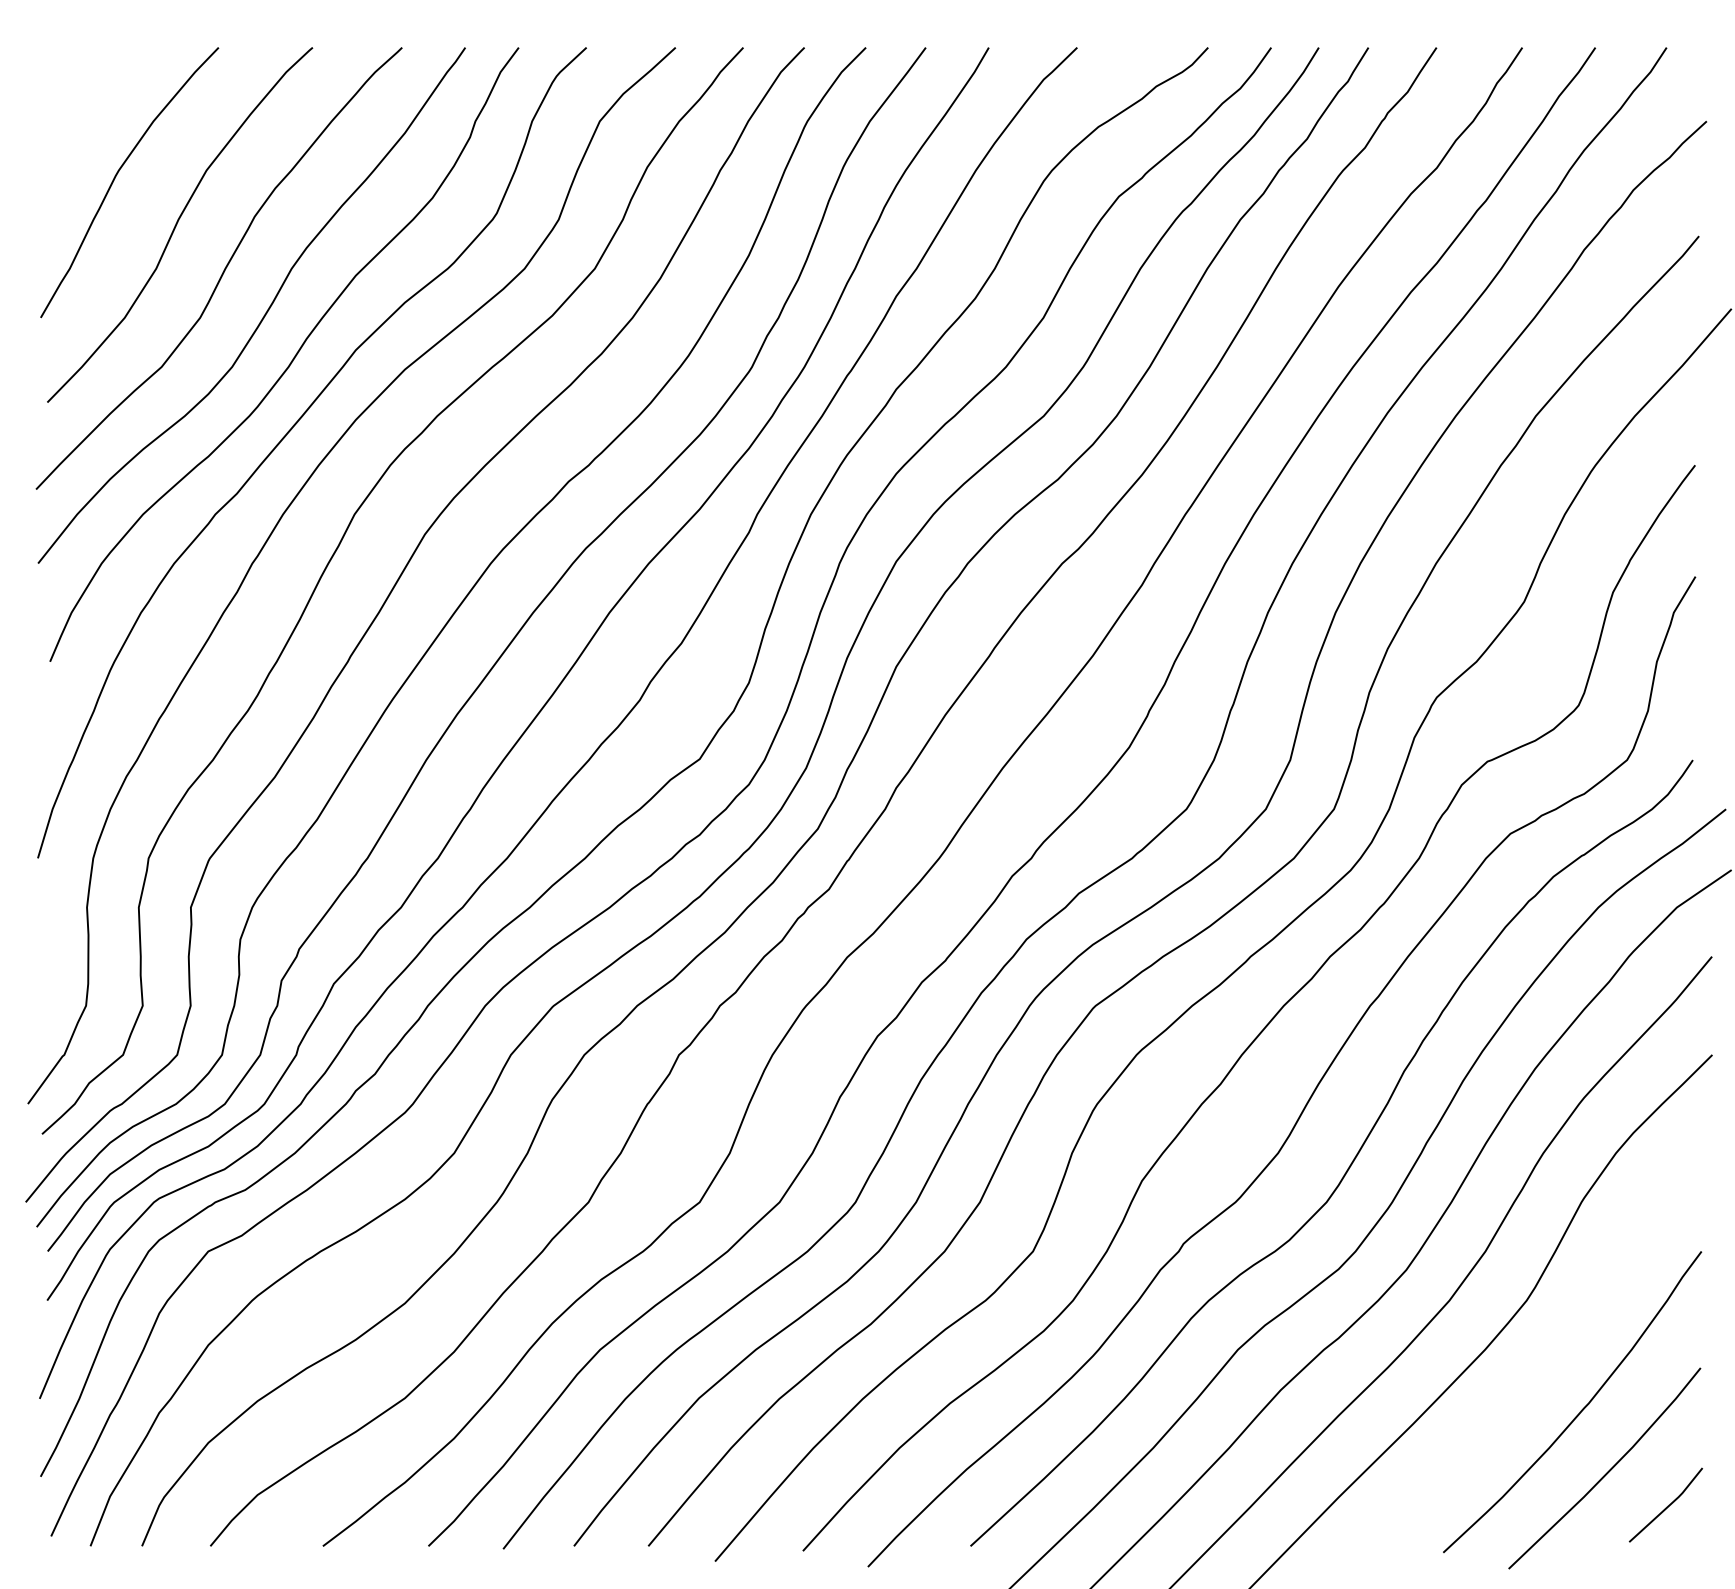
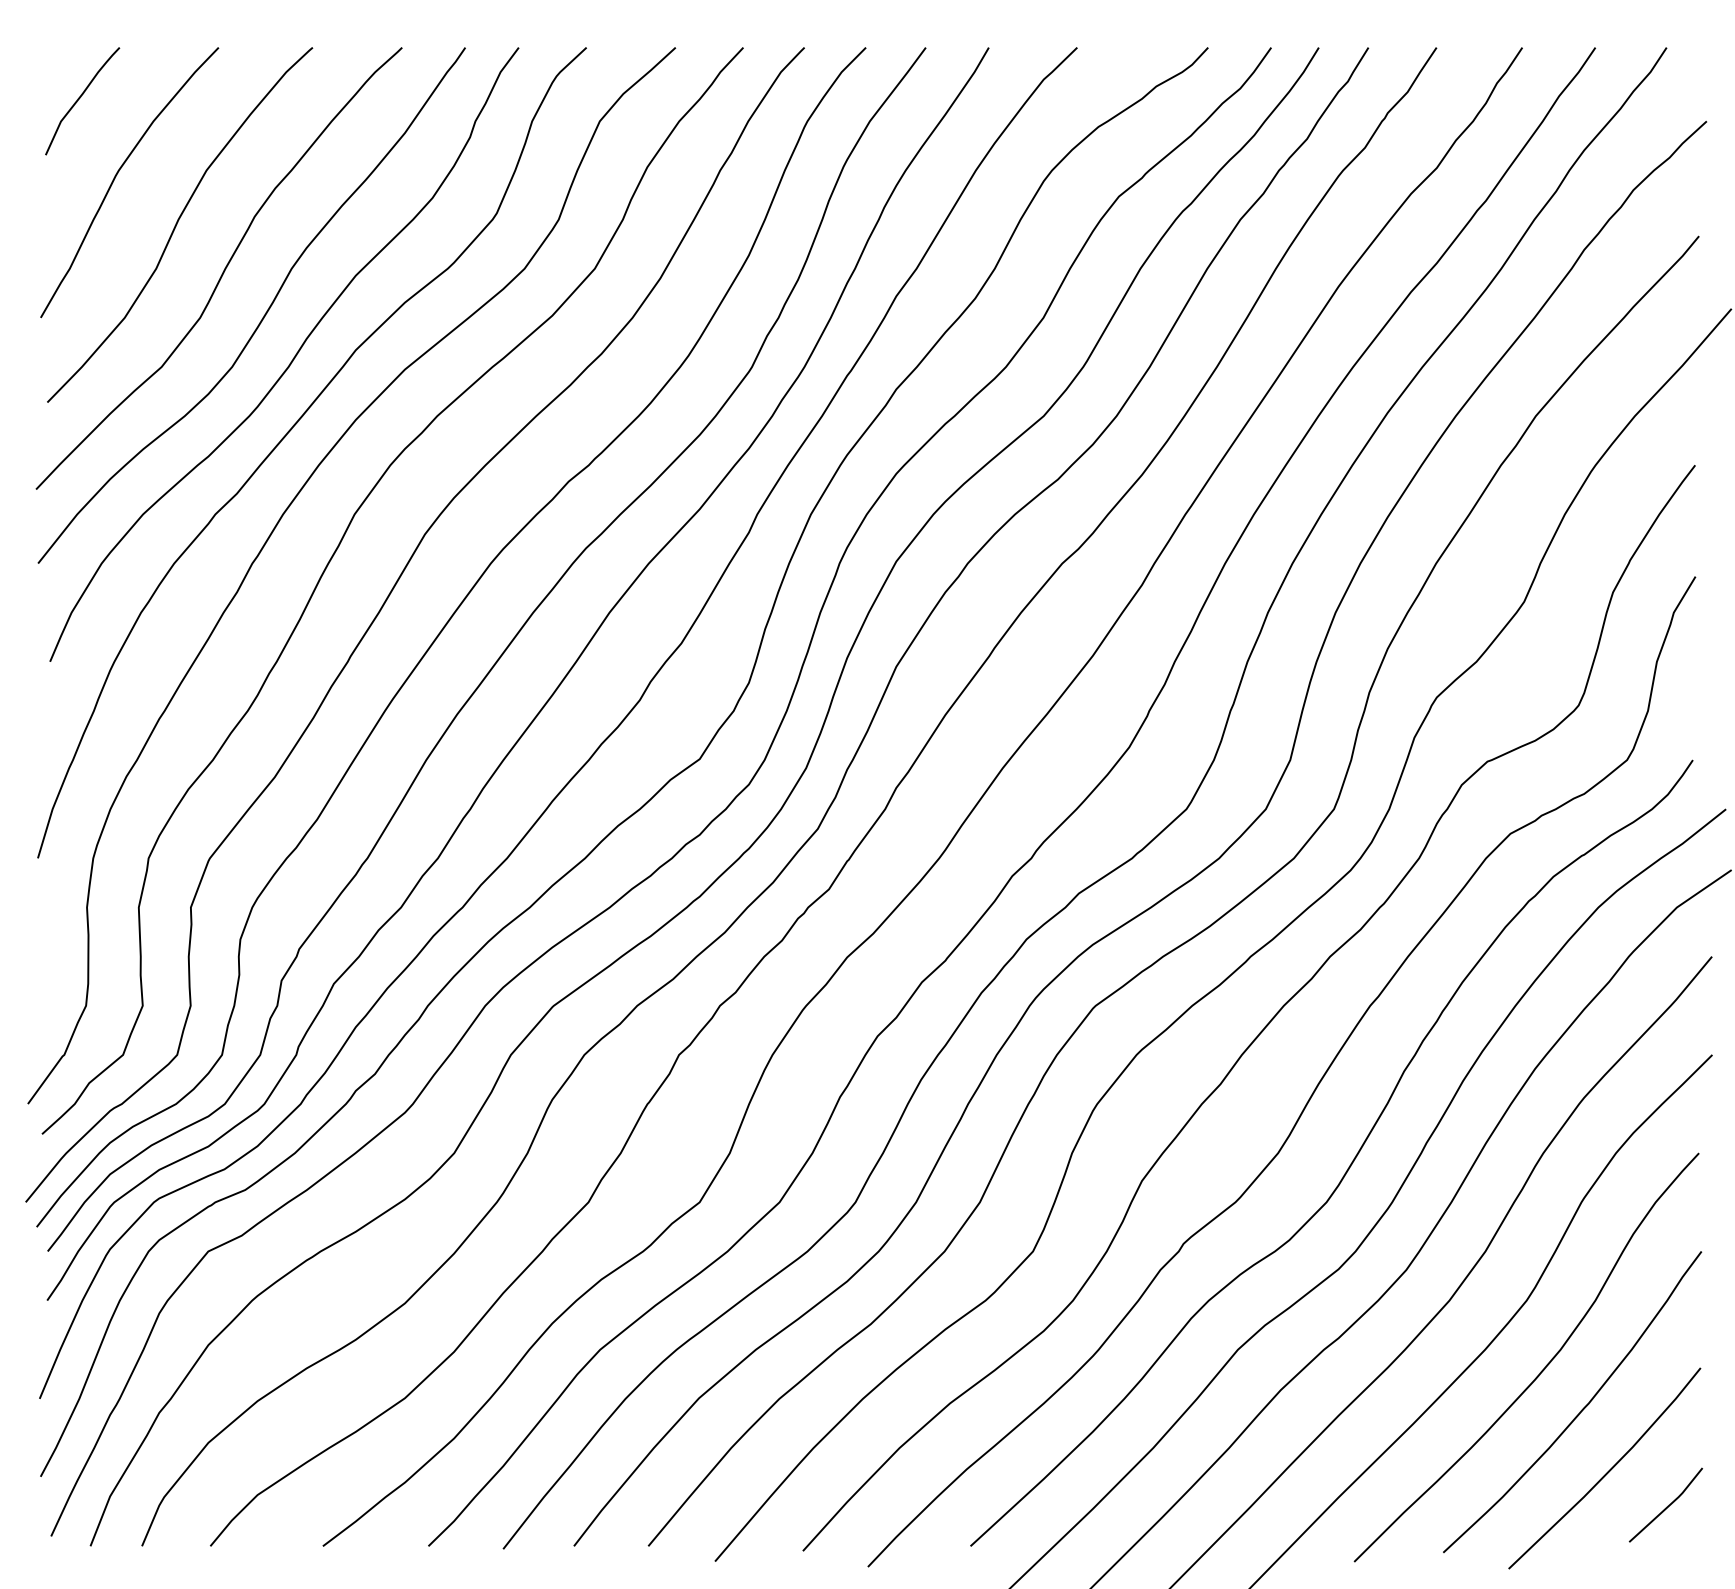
curve at (80, 98): none -> present
curve at (1540, 1371): none -> present
